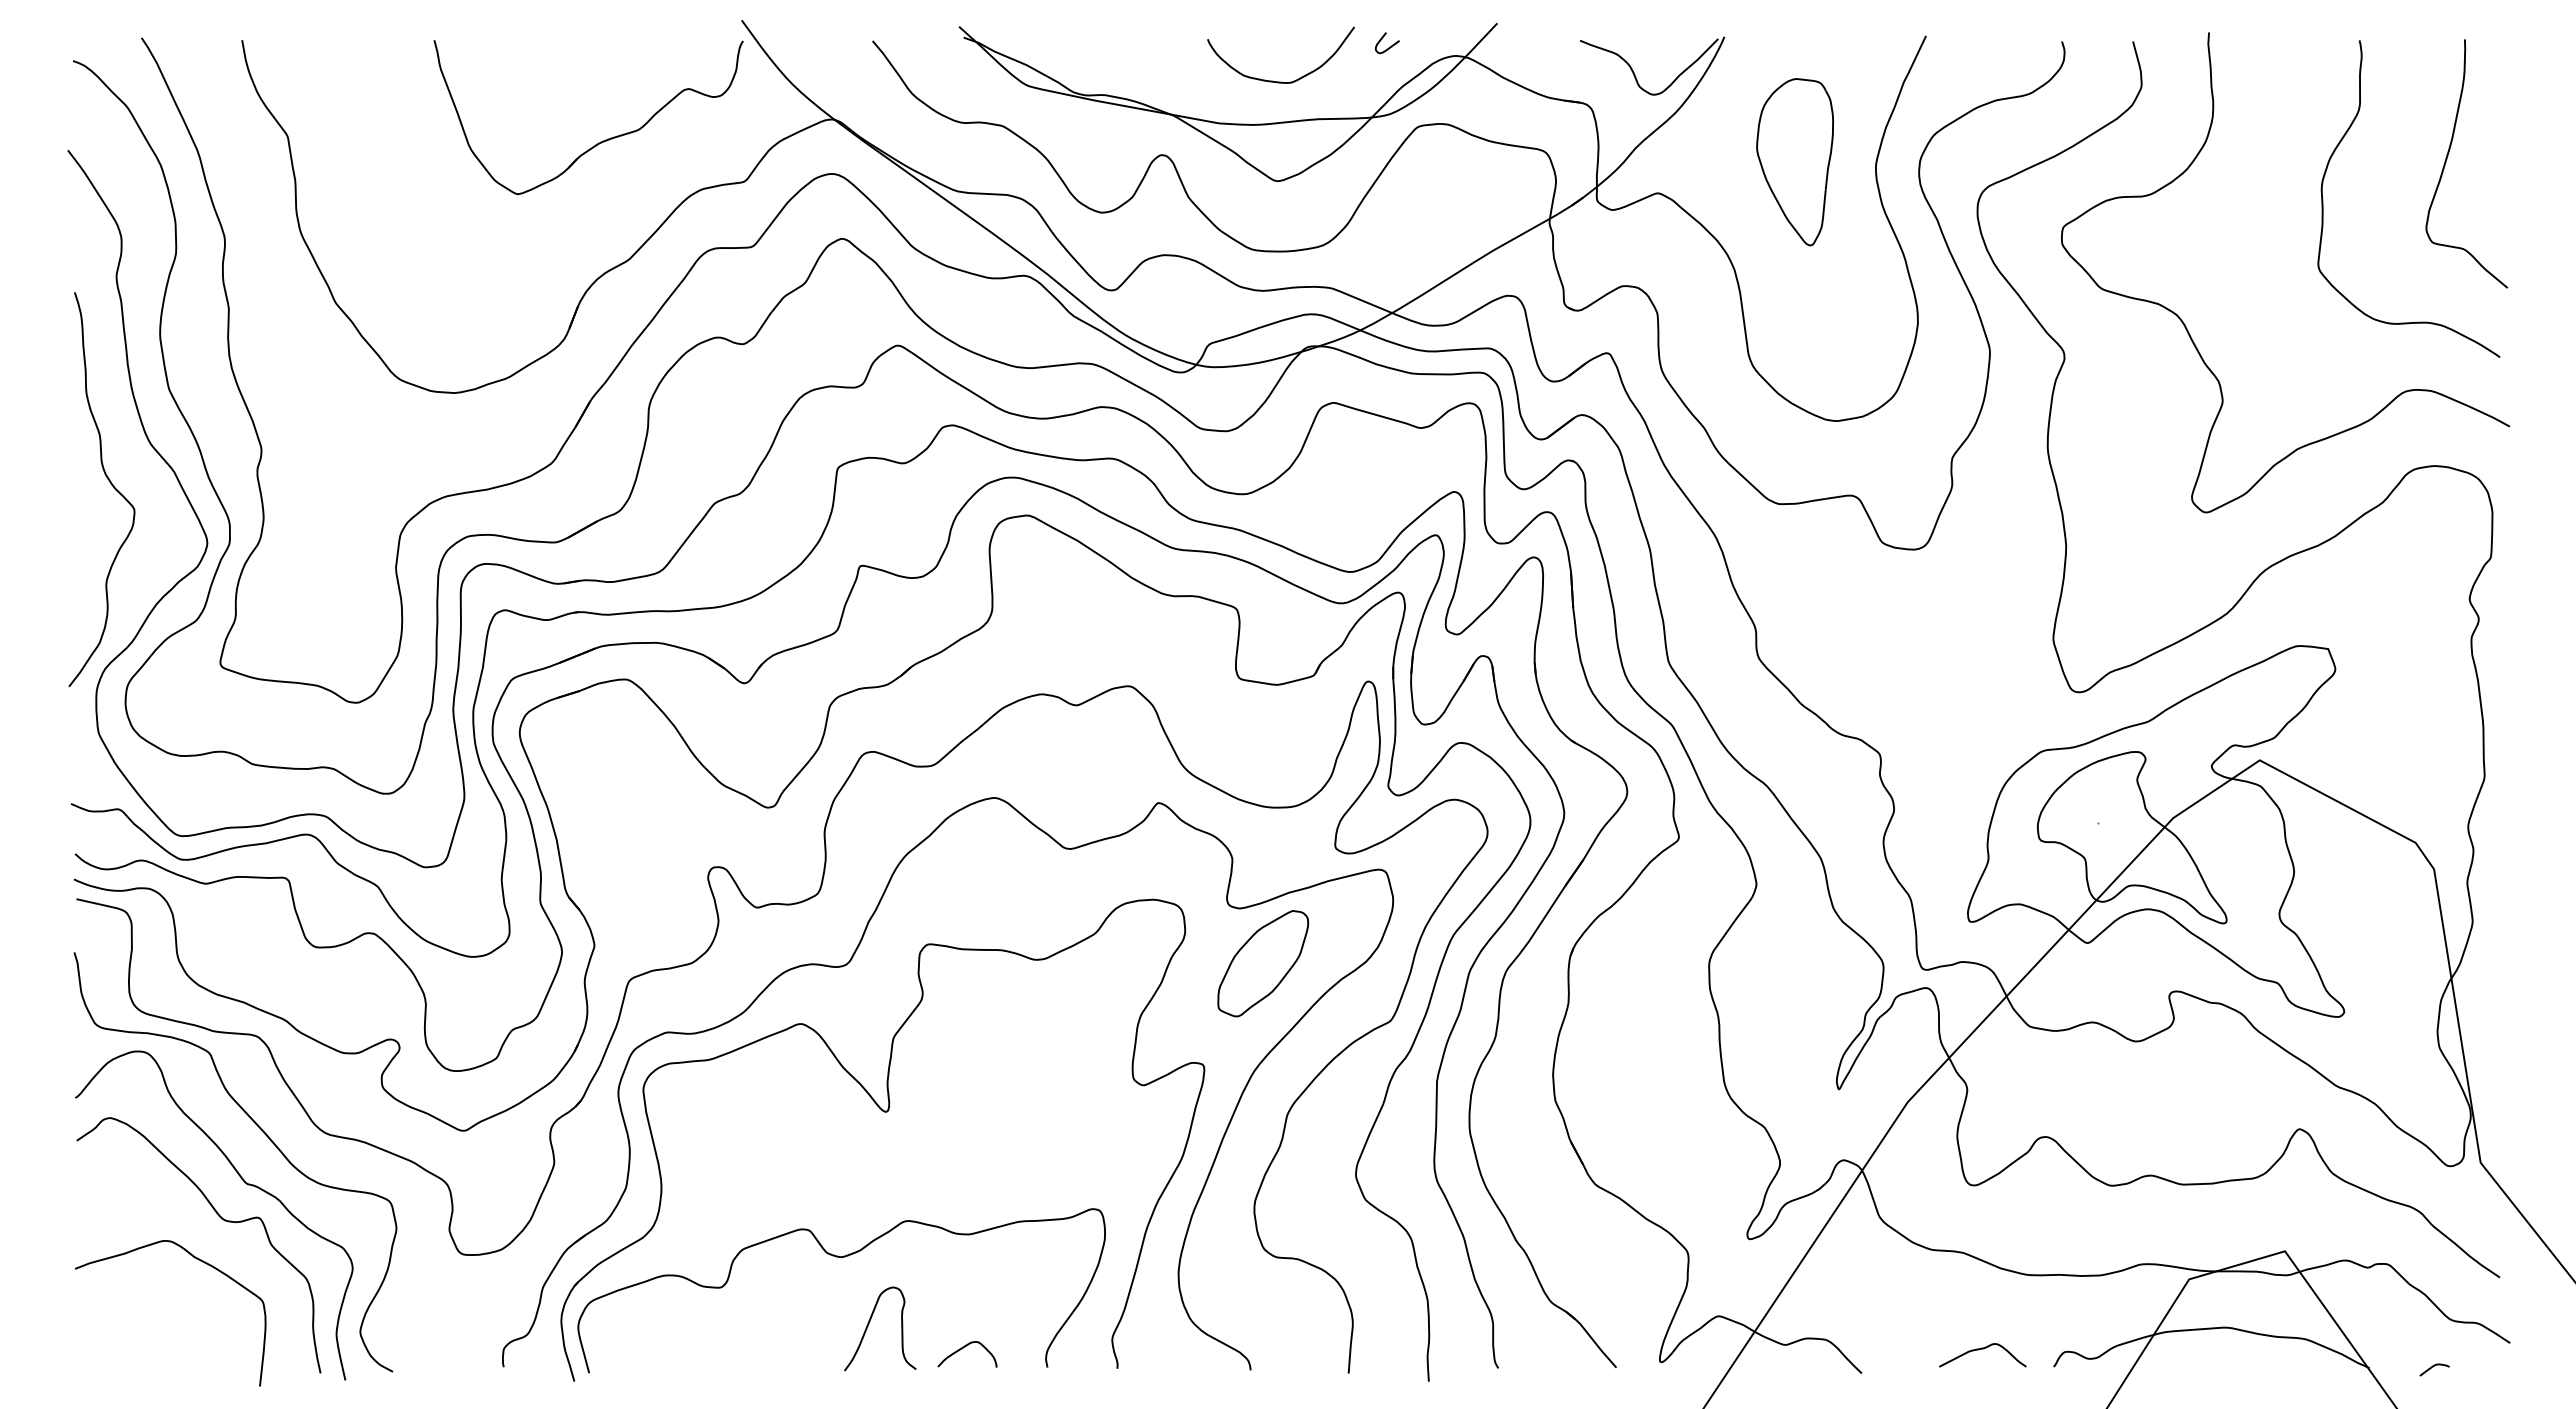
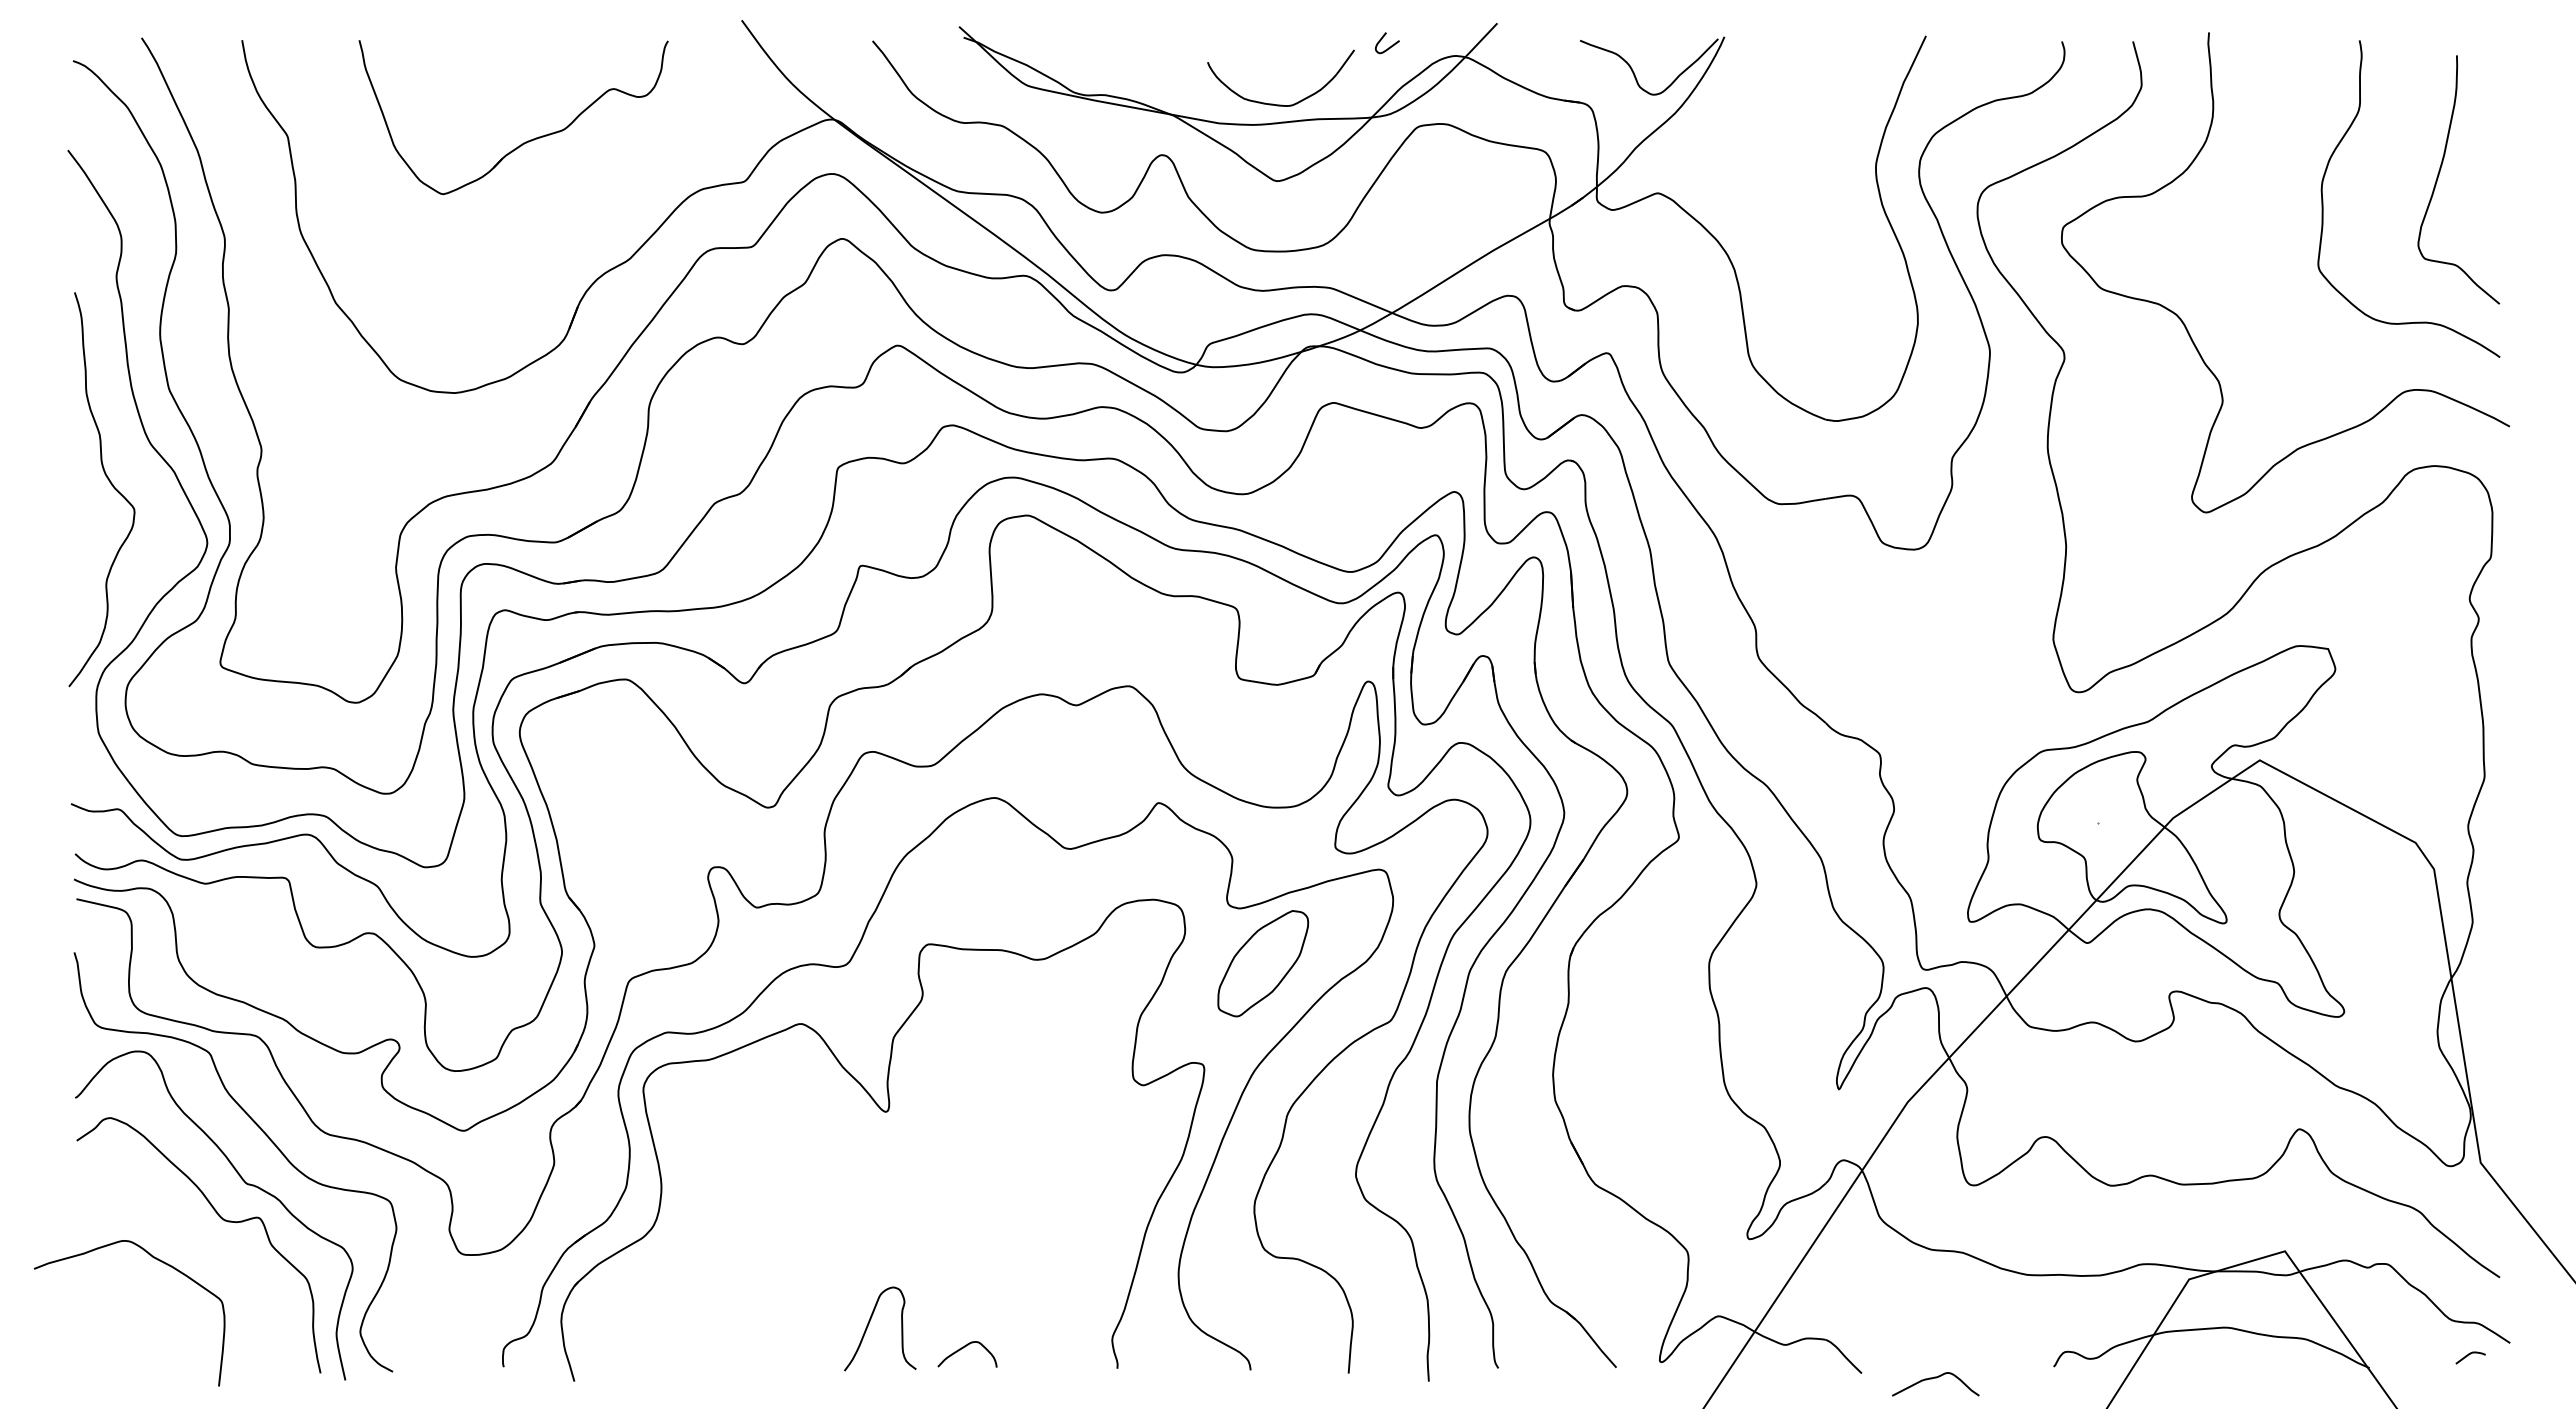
curve at (1273, 80) position: (1273, 80) -> (1273, 103)
part at (600, 141) position: (600, 141) -> (525, 141)
curve at (2448, 156) position: (2448, 156) -> (2440, 172)
part at (1794, 162): present -> none
curve at (841, 1258): present -> none
curve at (196, 1259) position: (196, 1259) -> (155, 1259)
curve at (1979, 1350) position: (1979, 1350) -> (1932, 1379)
curve at (2433, 1367) position: (2433, 1367) -> (2469, 1355)
